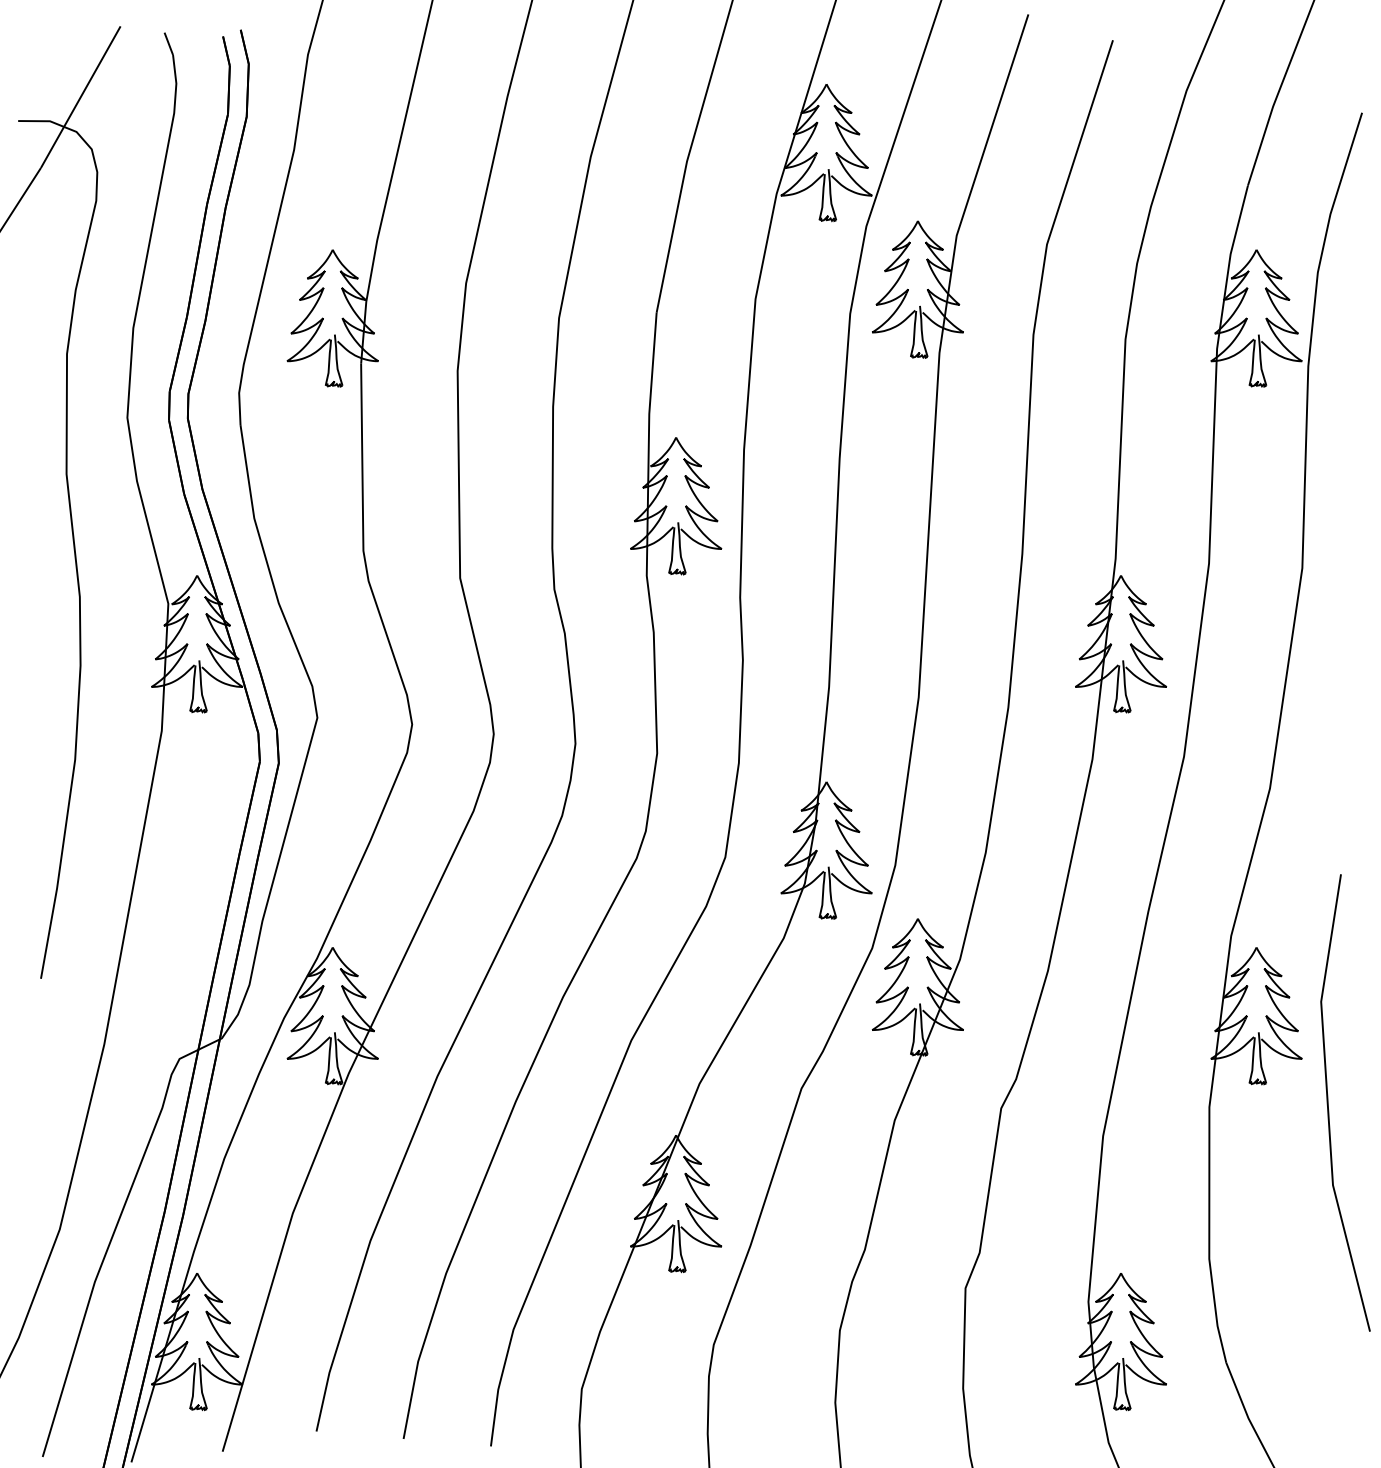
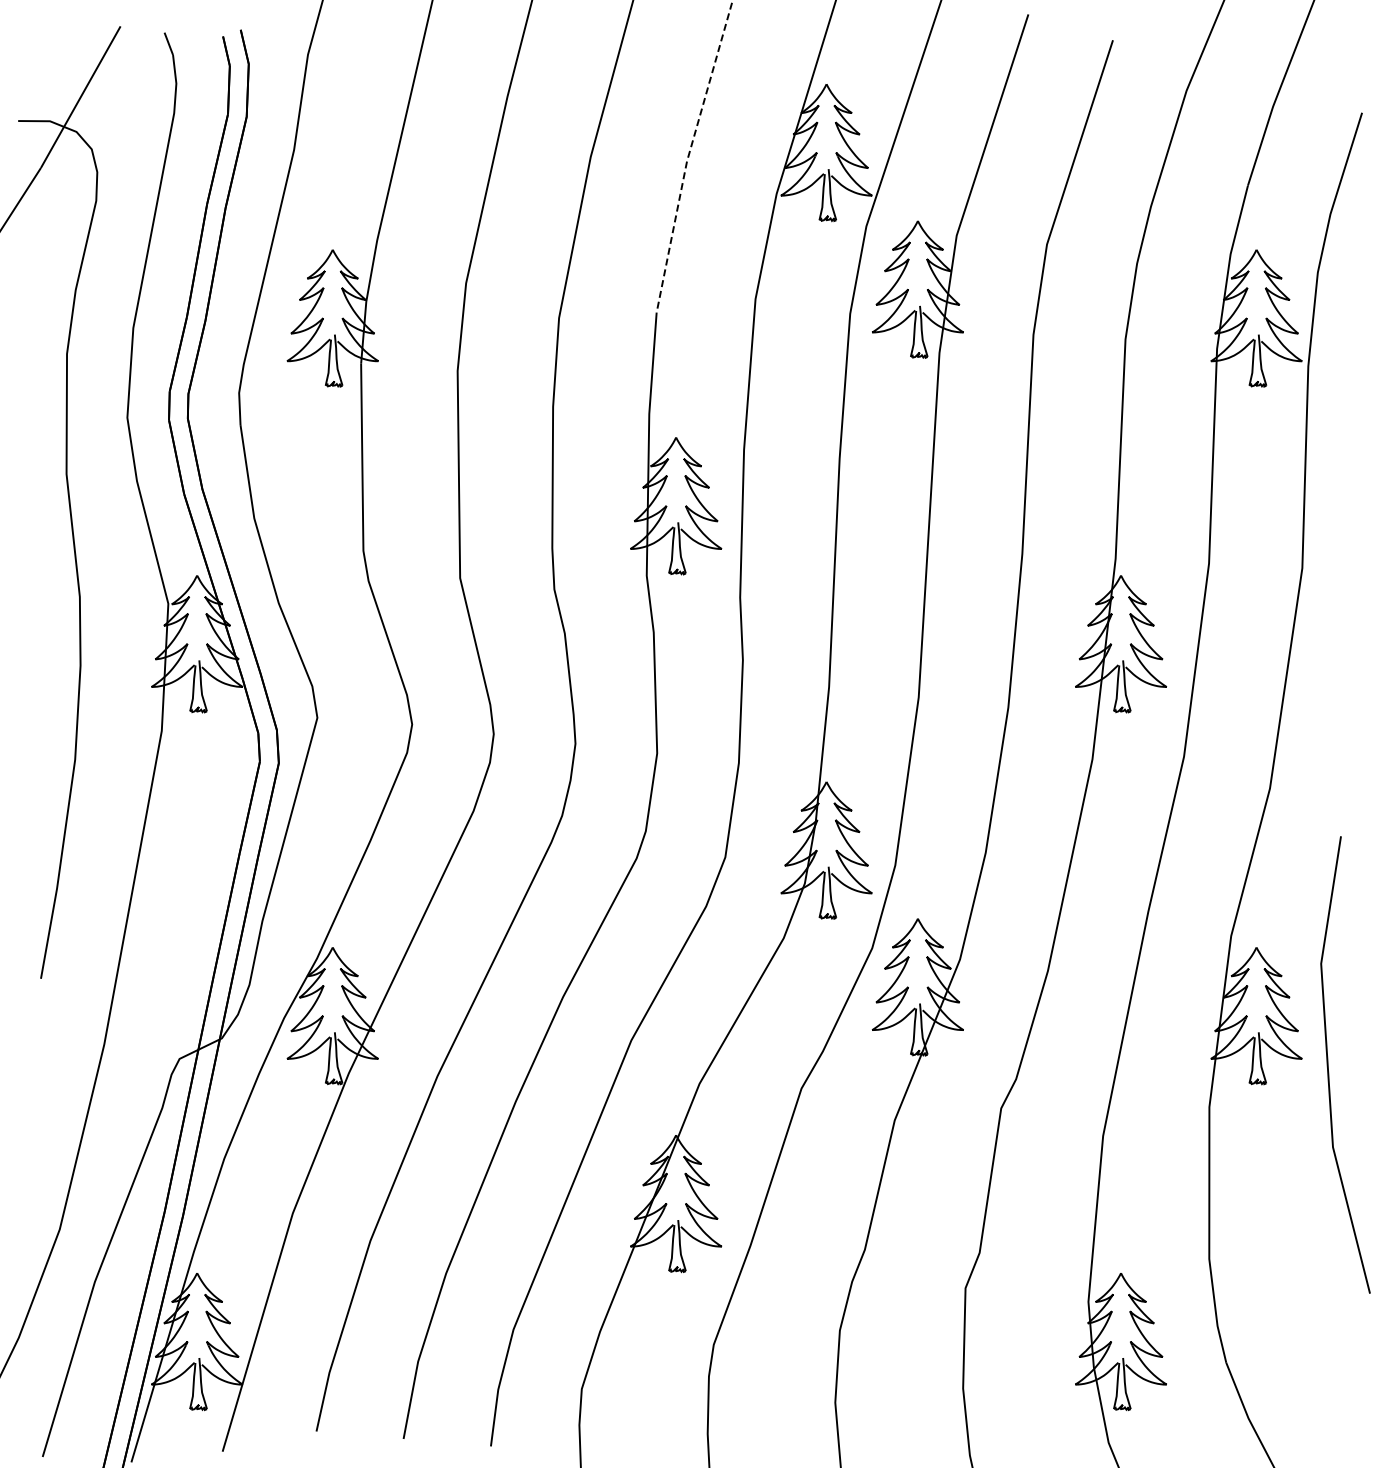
line at (688, 156): solid -> dashed
line at (1328, 1102) position: (1328, 1102) -> (1328, 1064)
